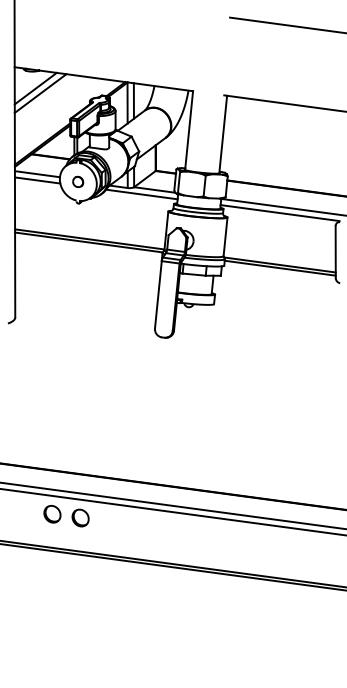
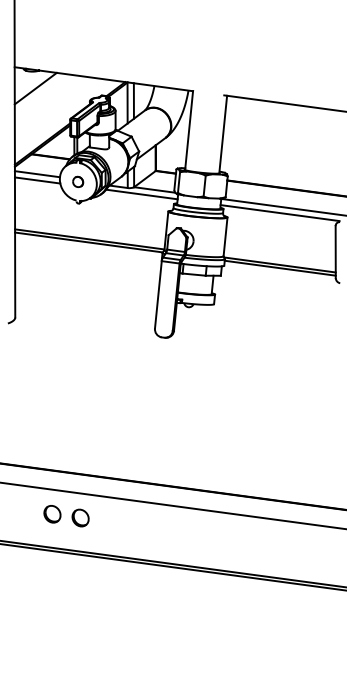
line at (286, 24): present -> none
line at (40, 93): present -> none
line at (172, 512): present -> none
